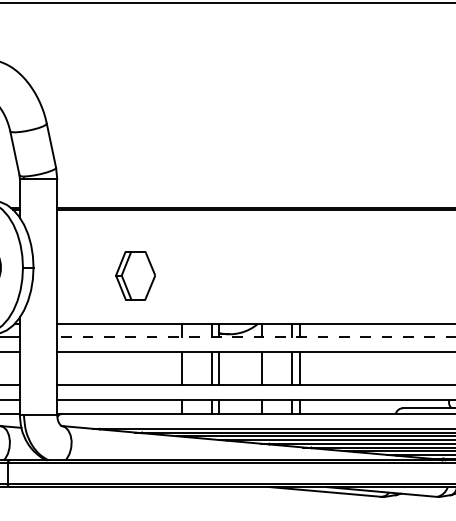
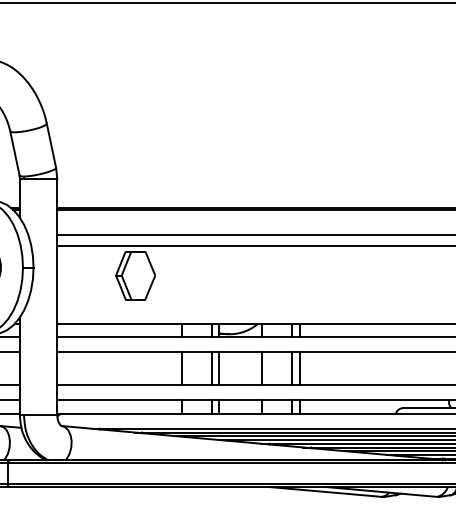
line at (254, 235): none -> present
line at (254, 245): none -> present
line at (255, 337): dashed -> solid
